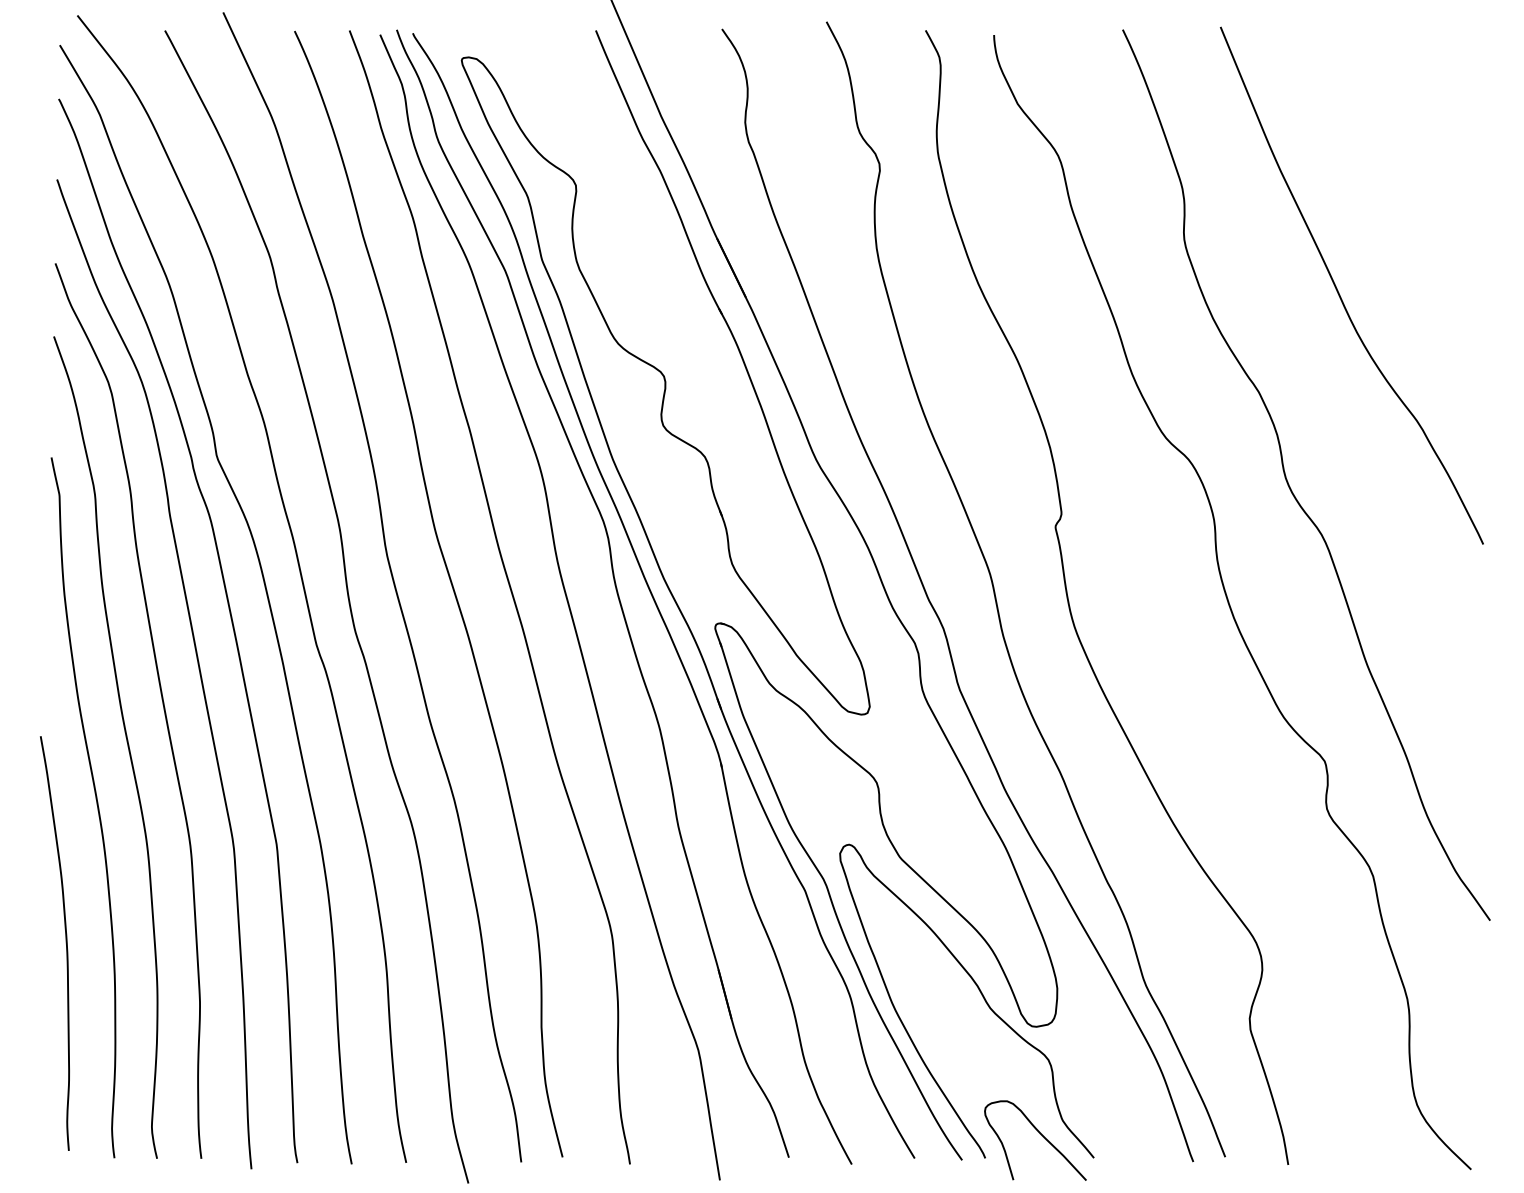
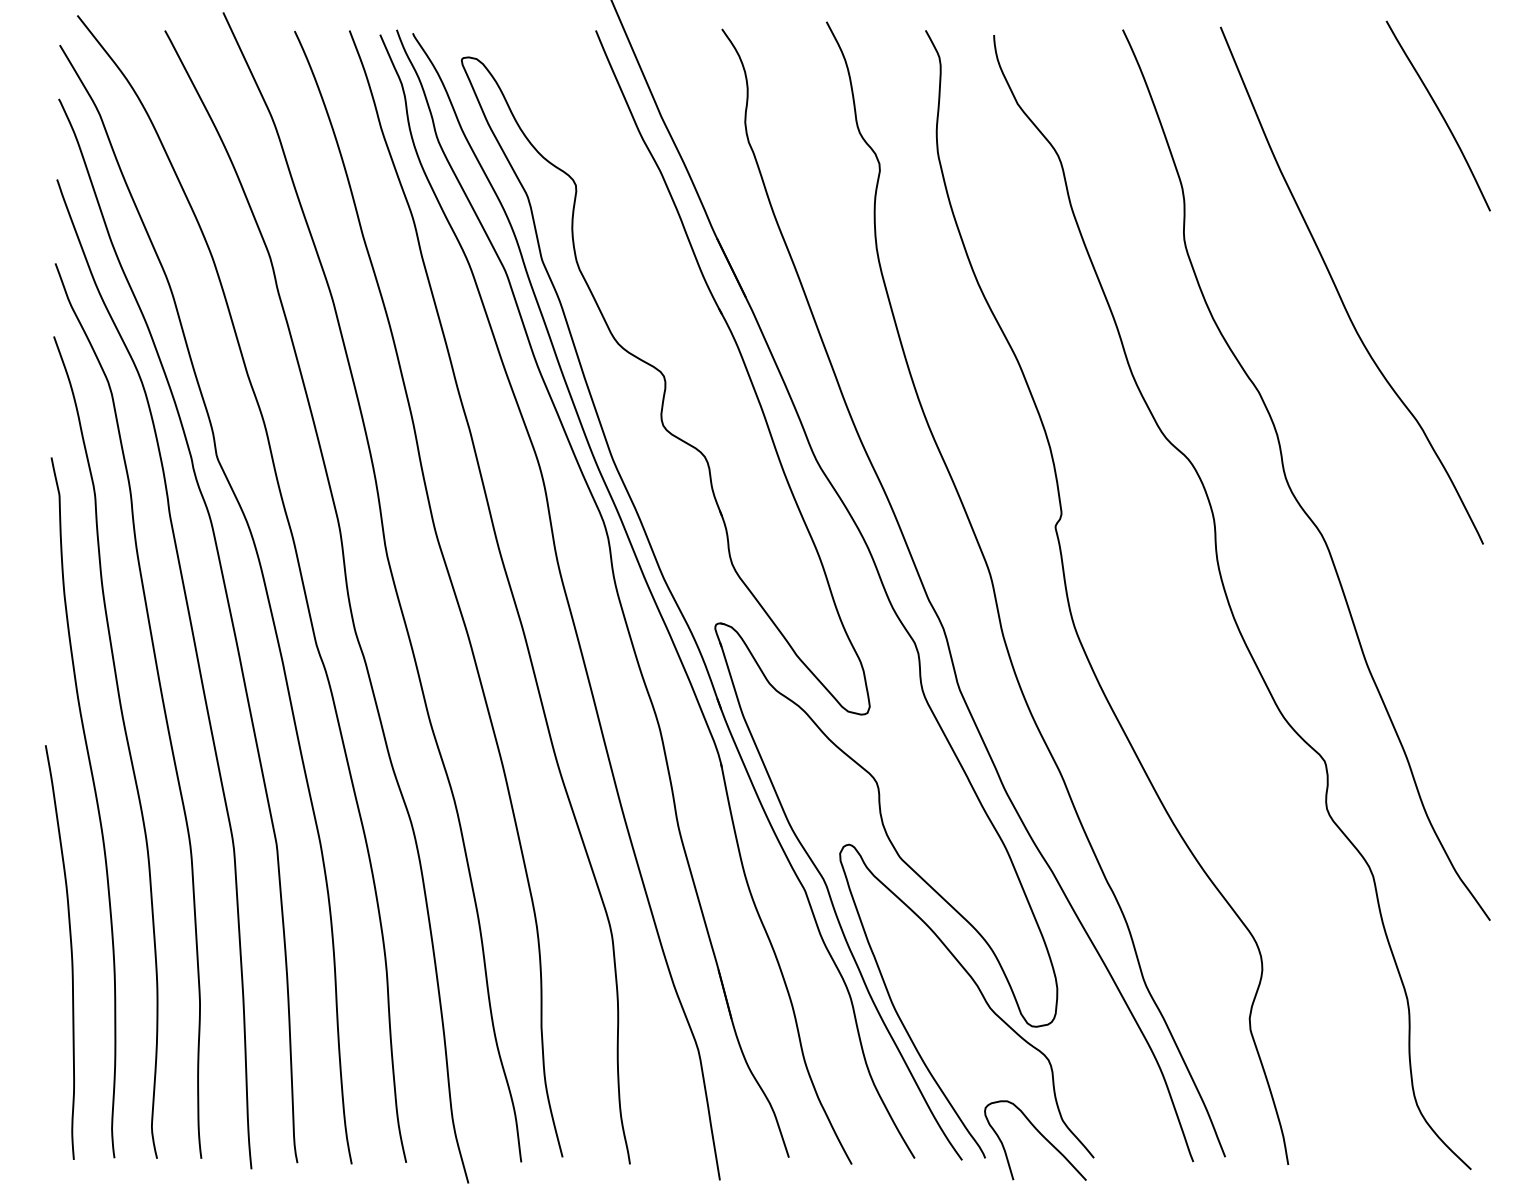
curve at (1439, 113): none -> present
curve at (65, 943) position: (65, 943) -> (70, 952)
